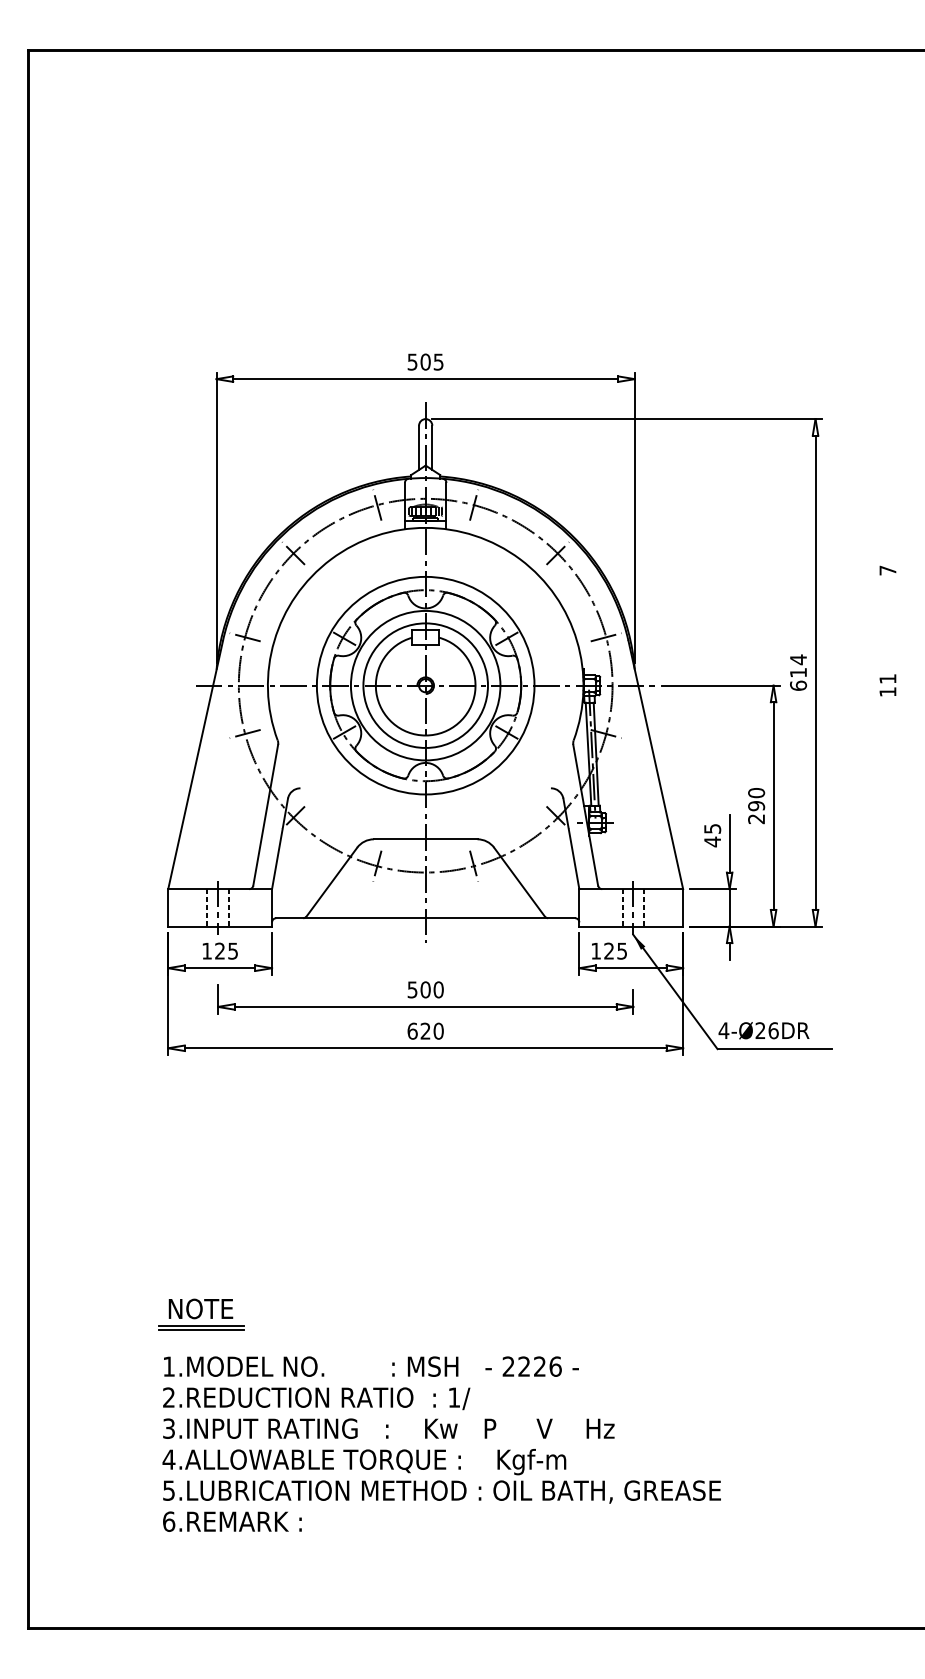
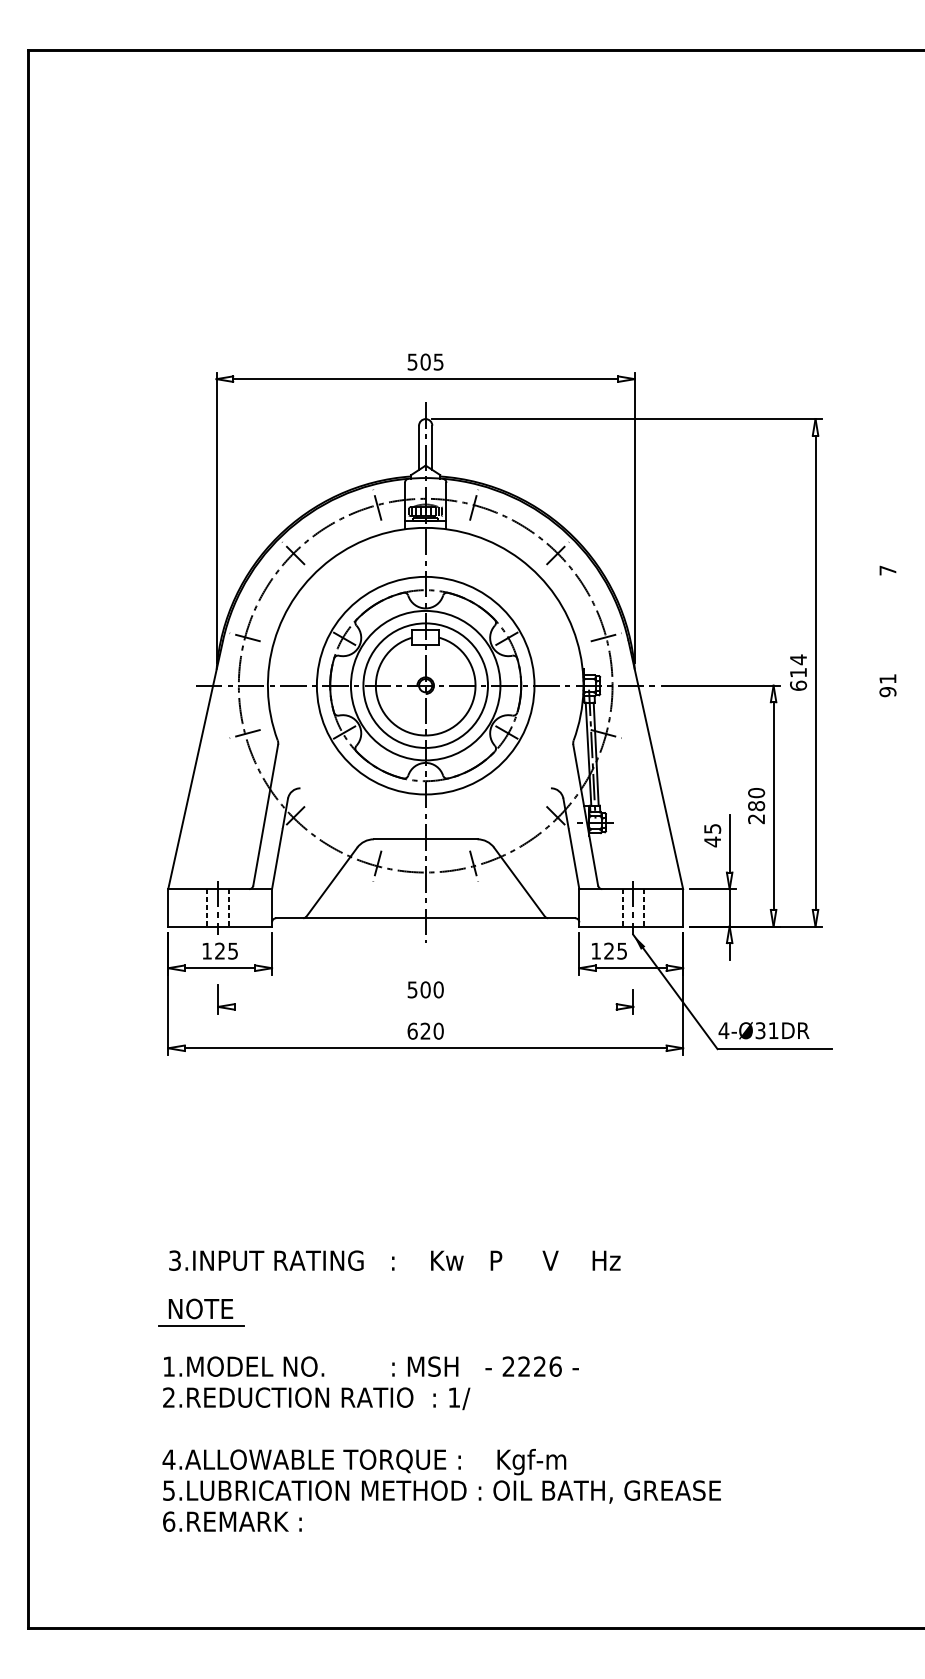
text at (887, 692): 11 -> 91
text at (756, 806): 290 -> 280
line at (425, 1006): present -> none
text at (766, 1030): 4-Ø26DR -> 4-Ø31DR
line at (201, 1329): present -> none
text at (388, 1428) position: (388, 1428) -> (394, 1260)
